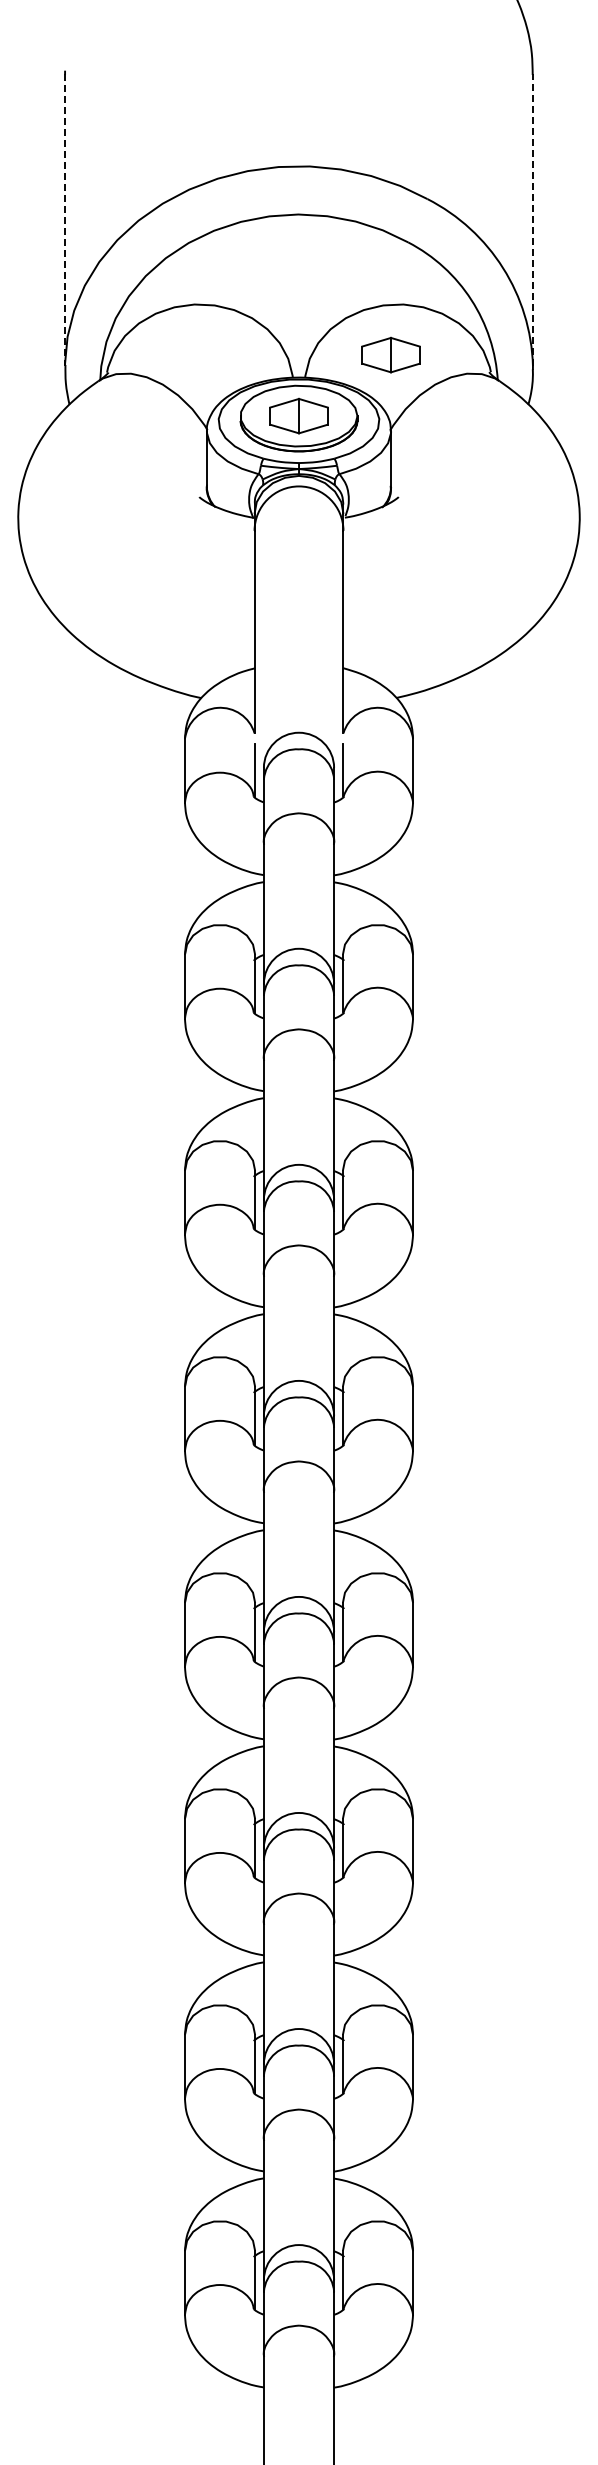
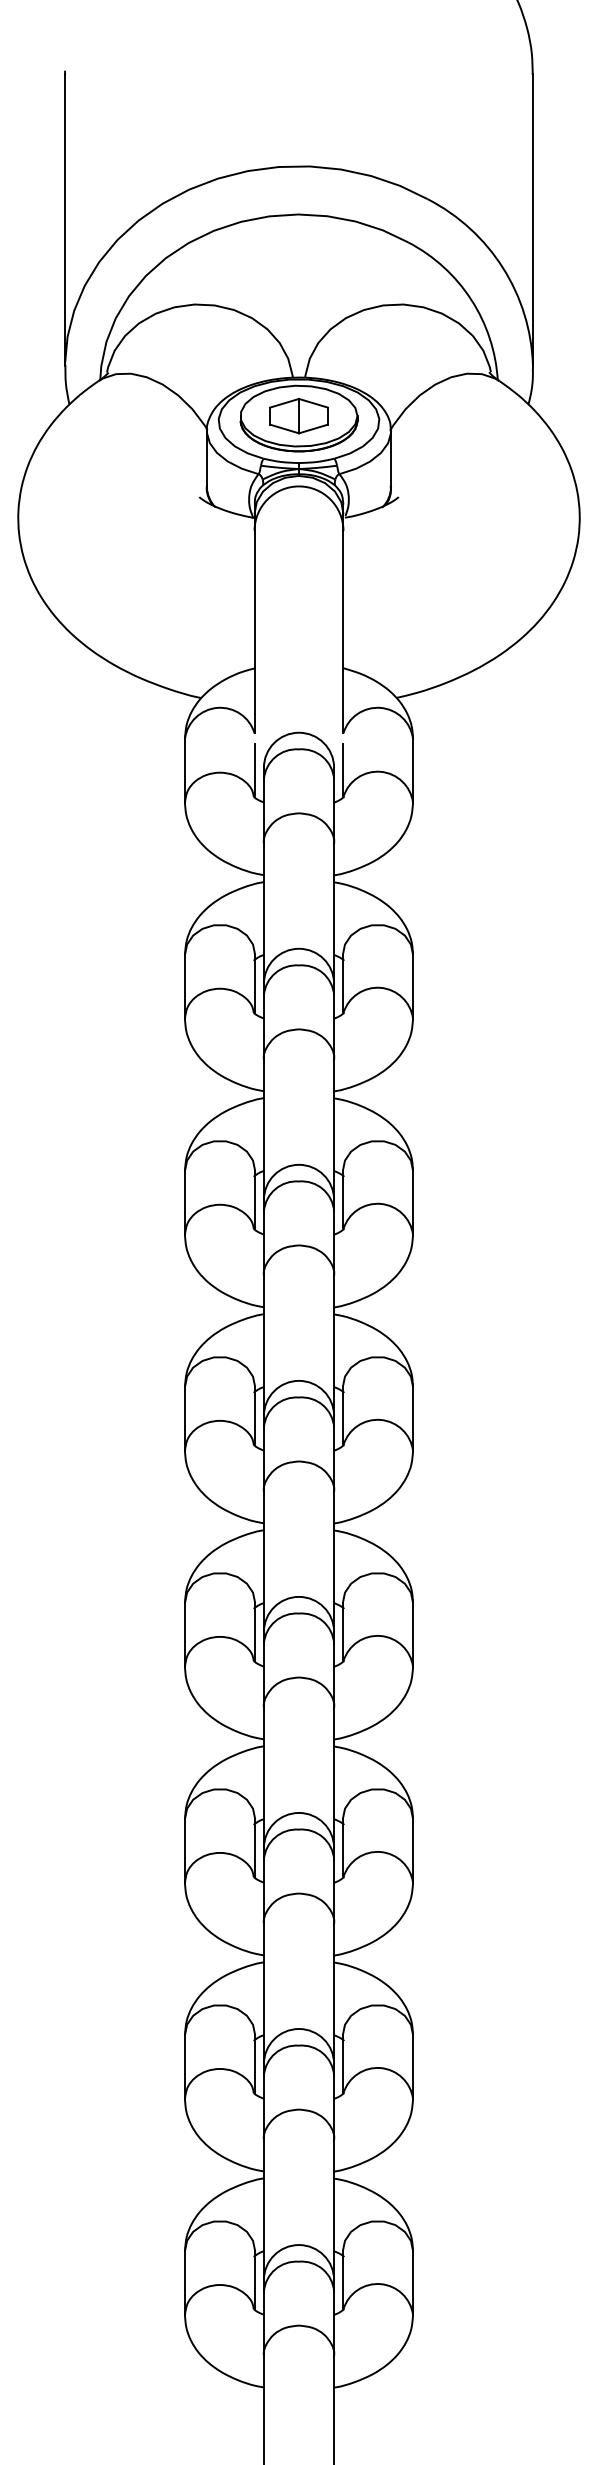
line at (532, 219): dashed -> solid
line at (65, 220): dashed -> solid
part at (390, 354): present -> none
